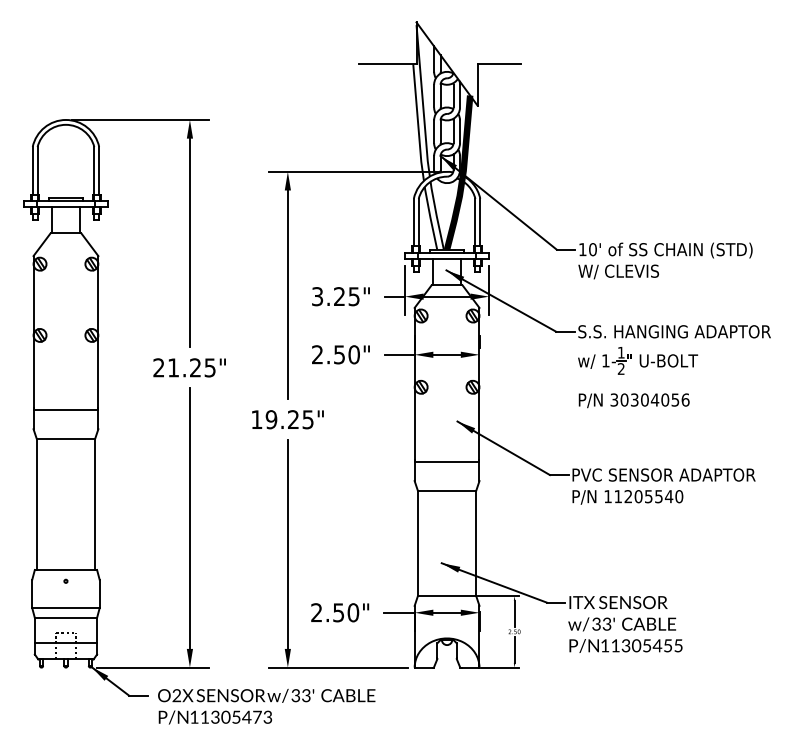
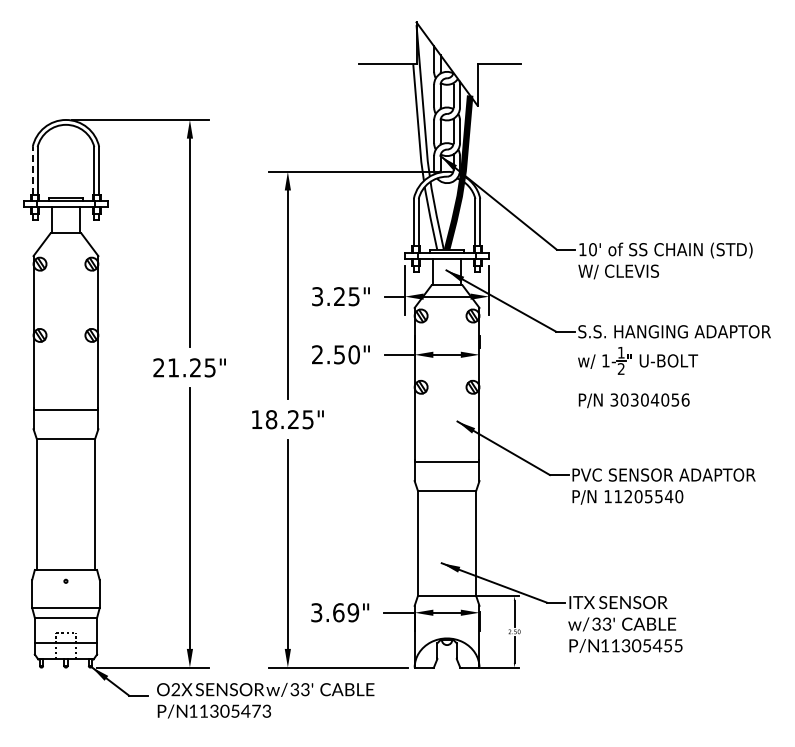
line at (32, 170): solid -> dashed
text at (271, 419): 19.25" -> 18.25"
text at (335, 612): 2.50" -> 3.69"
text at (266, 706) position: (266, 706) -> (265, 700)
